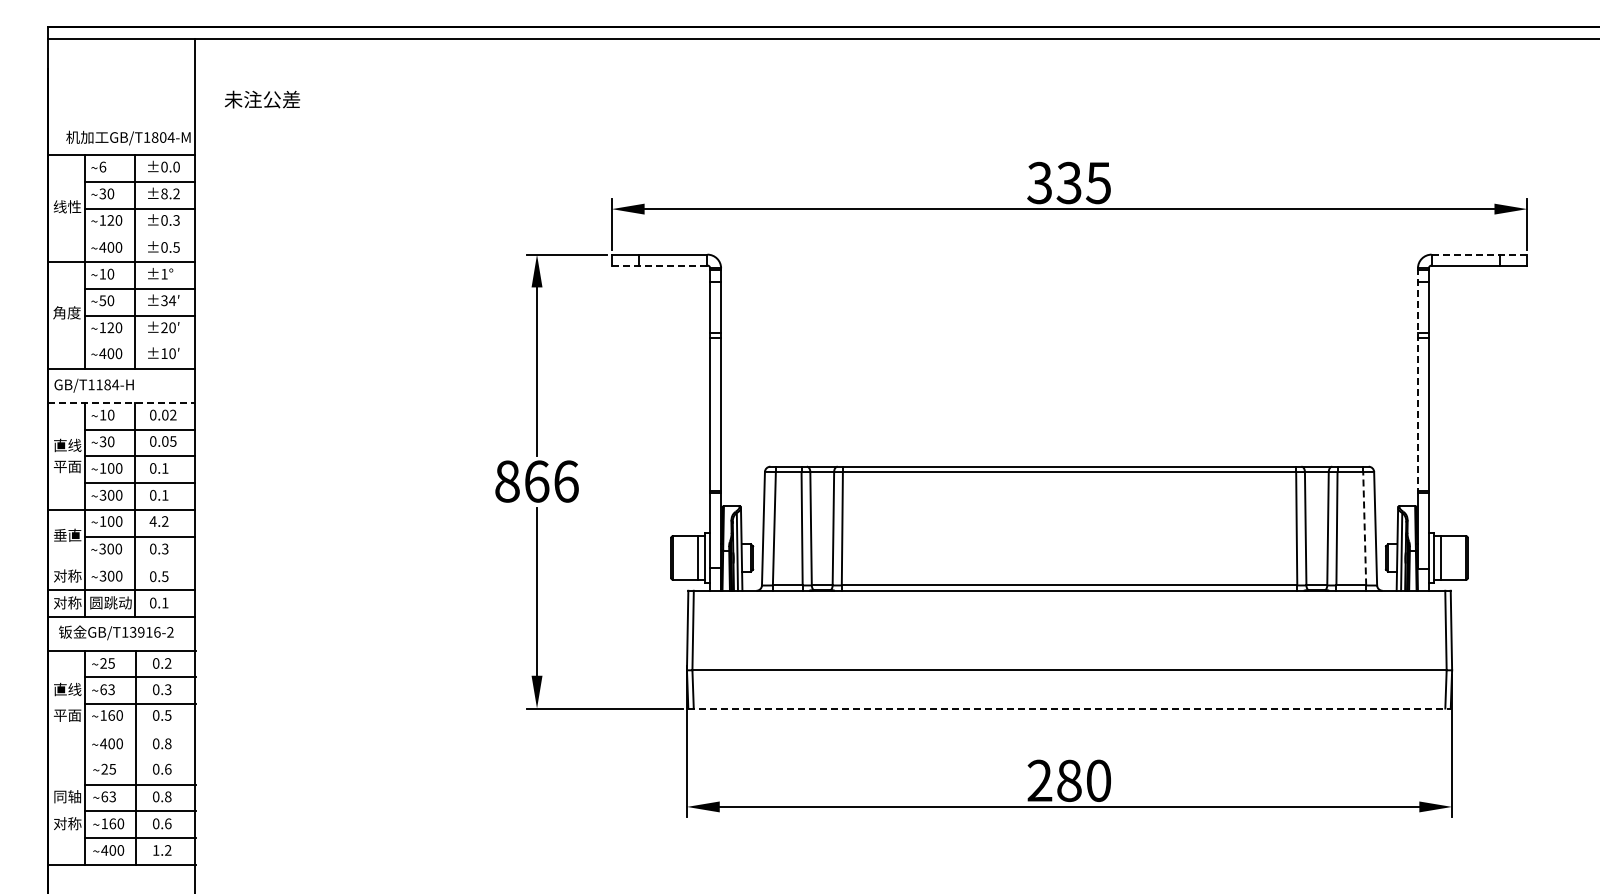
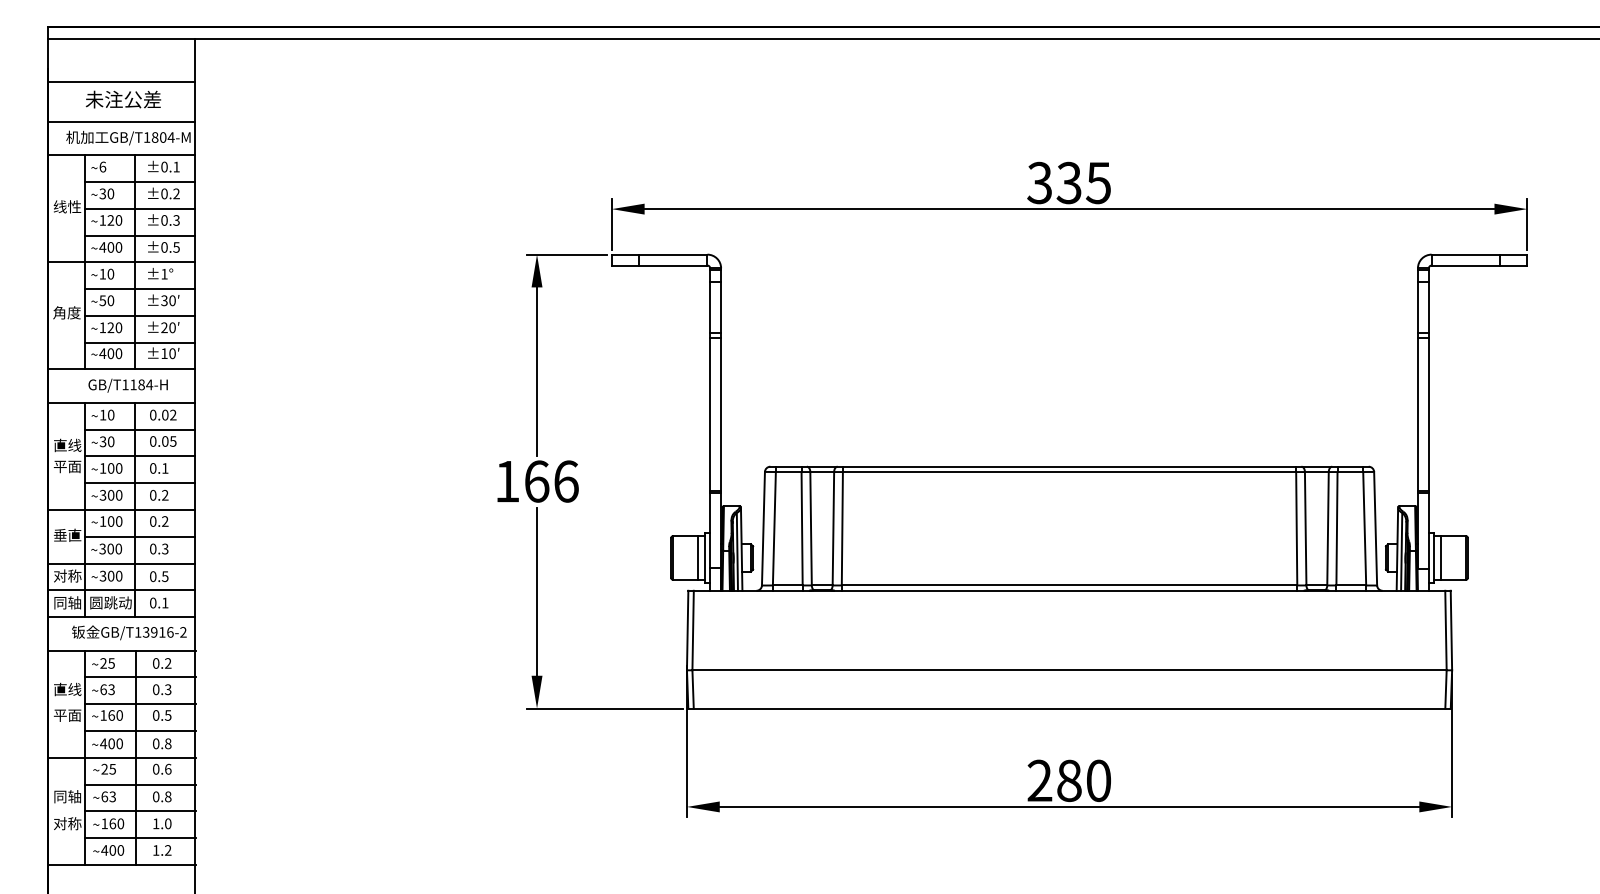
line at (121, 81): none -> present
text at (262, 99) position: (262, 99) -> (123, 99)
line at (121, 121): none -> present
text at (176, 166): ±0.0 -> ±0.1
text at (164, 193): ±8.2 -> ±0.2
line at (139, 235): none -> present
line at (1479, 254): dashed -> solid
line at (659, 265): dashed -> solid
text at (172, 300): ±34 -> ±30
line at (139, 342): none -> present
line at (1417, 379): dashed -> solid
text at (93, 385) position: (93, 385) -> (127, 385)
line at (121, 402): dashed -> solid
text at (507, 481): 866 -> 166
text at (165, 495): 0.1 -> 0.2
text at (152, 521): 4.2 -> 0.2
line at (1364, 528): dashed -> solid
line at (121, 563): none -> present
text at (67, 602): 对称 -> 同轴
text at (116, 632) position: (116, 632) -> (129, 632)
line at (1070, 708): dashed -> solid
line at (139, 731): none -> present
line at (121, 757): none -> present
text at (162, 823): 0.6 -> 1.0
